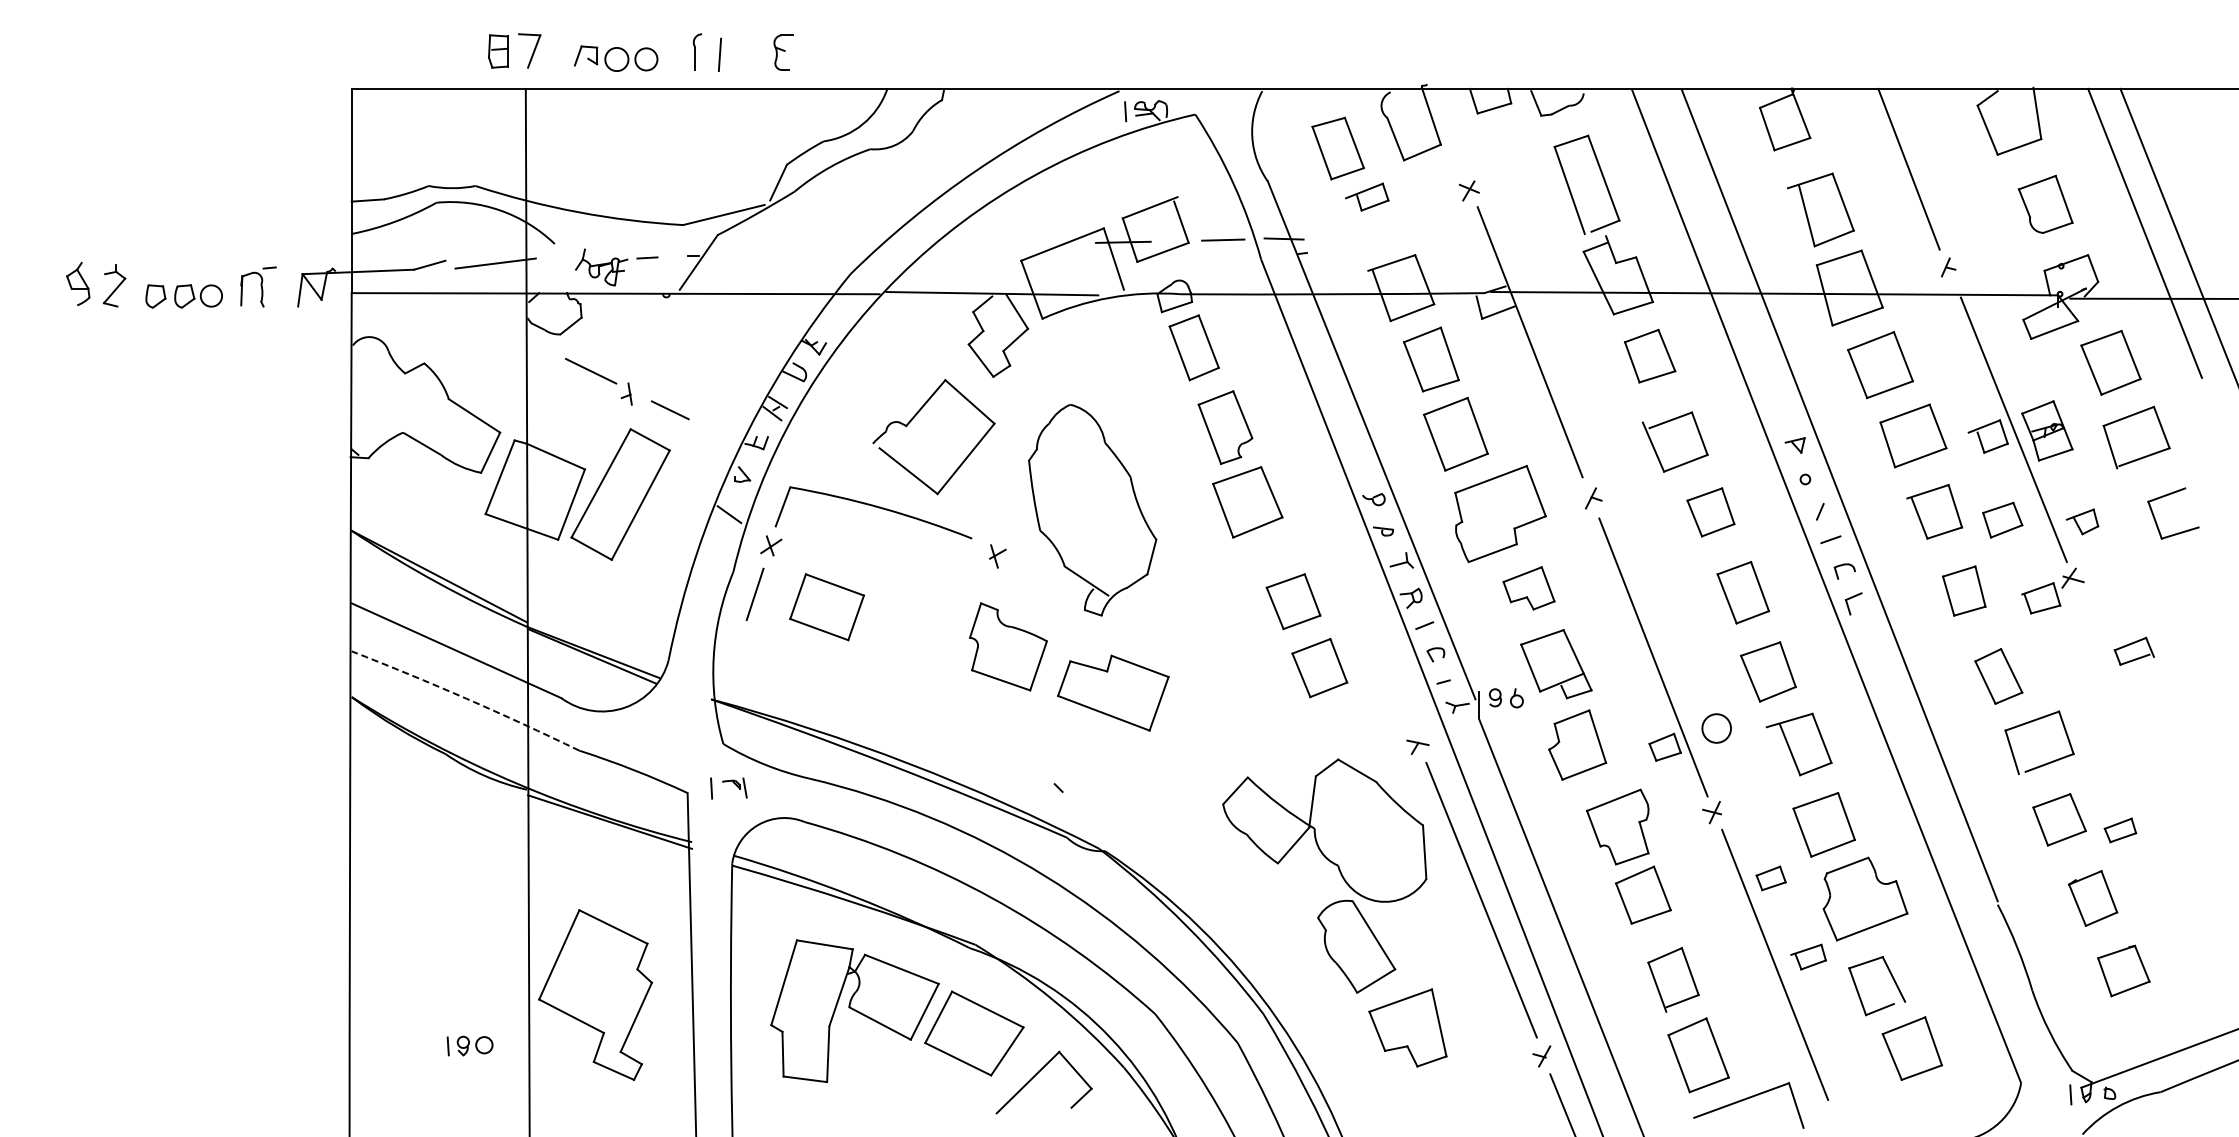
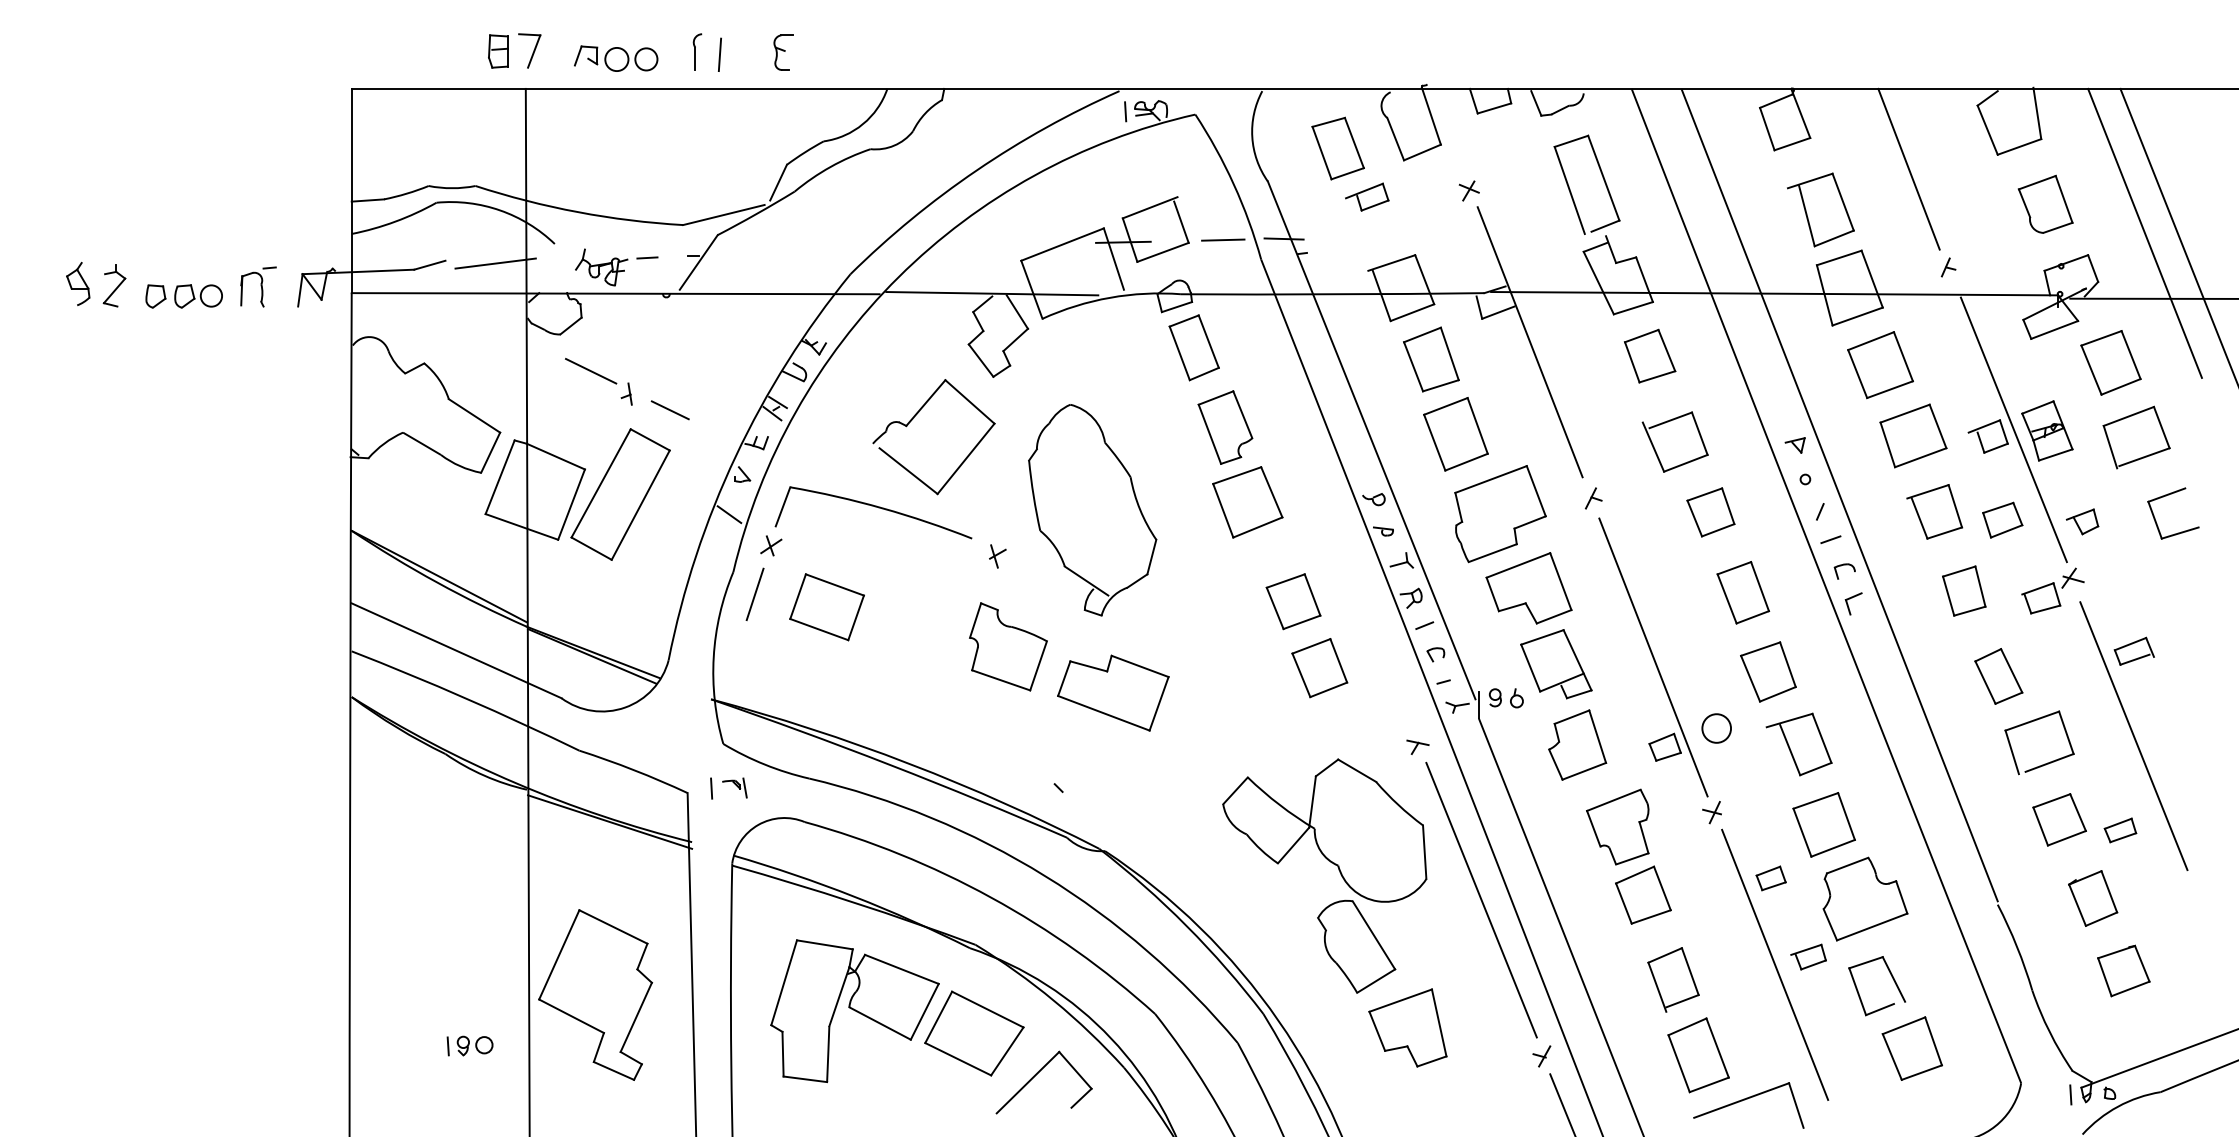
part at (1528, 588) size: 54x45 px -> 88x73 px
arc at (466, 698): dashed -> solid
line at (2133, 736): none -> present
